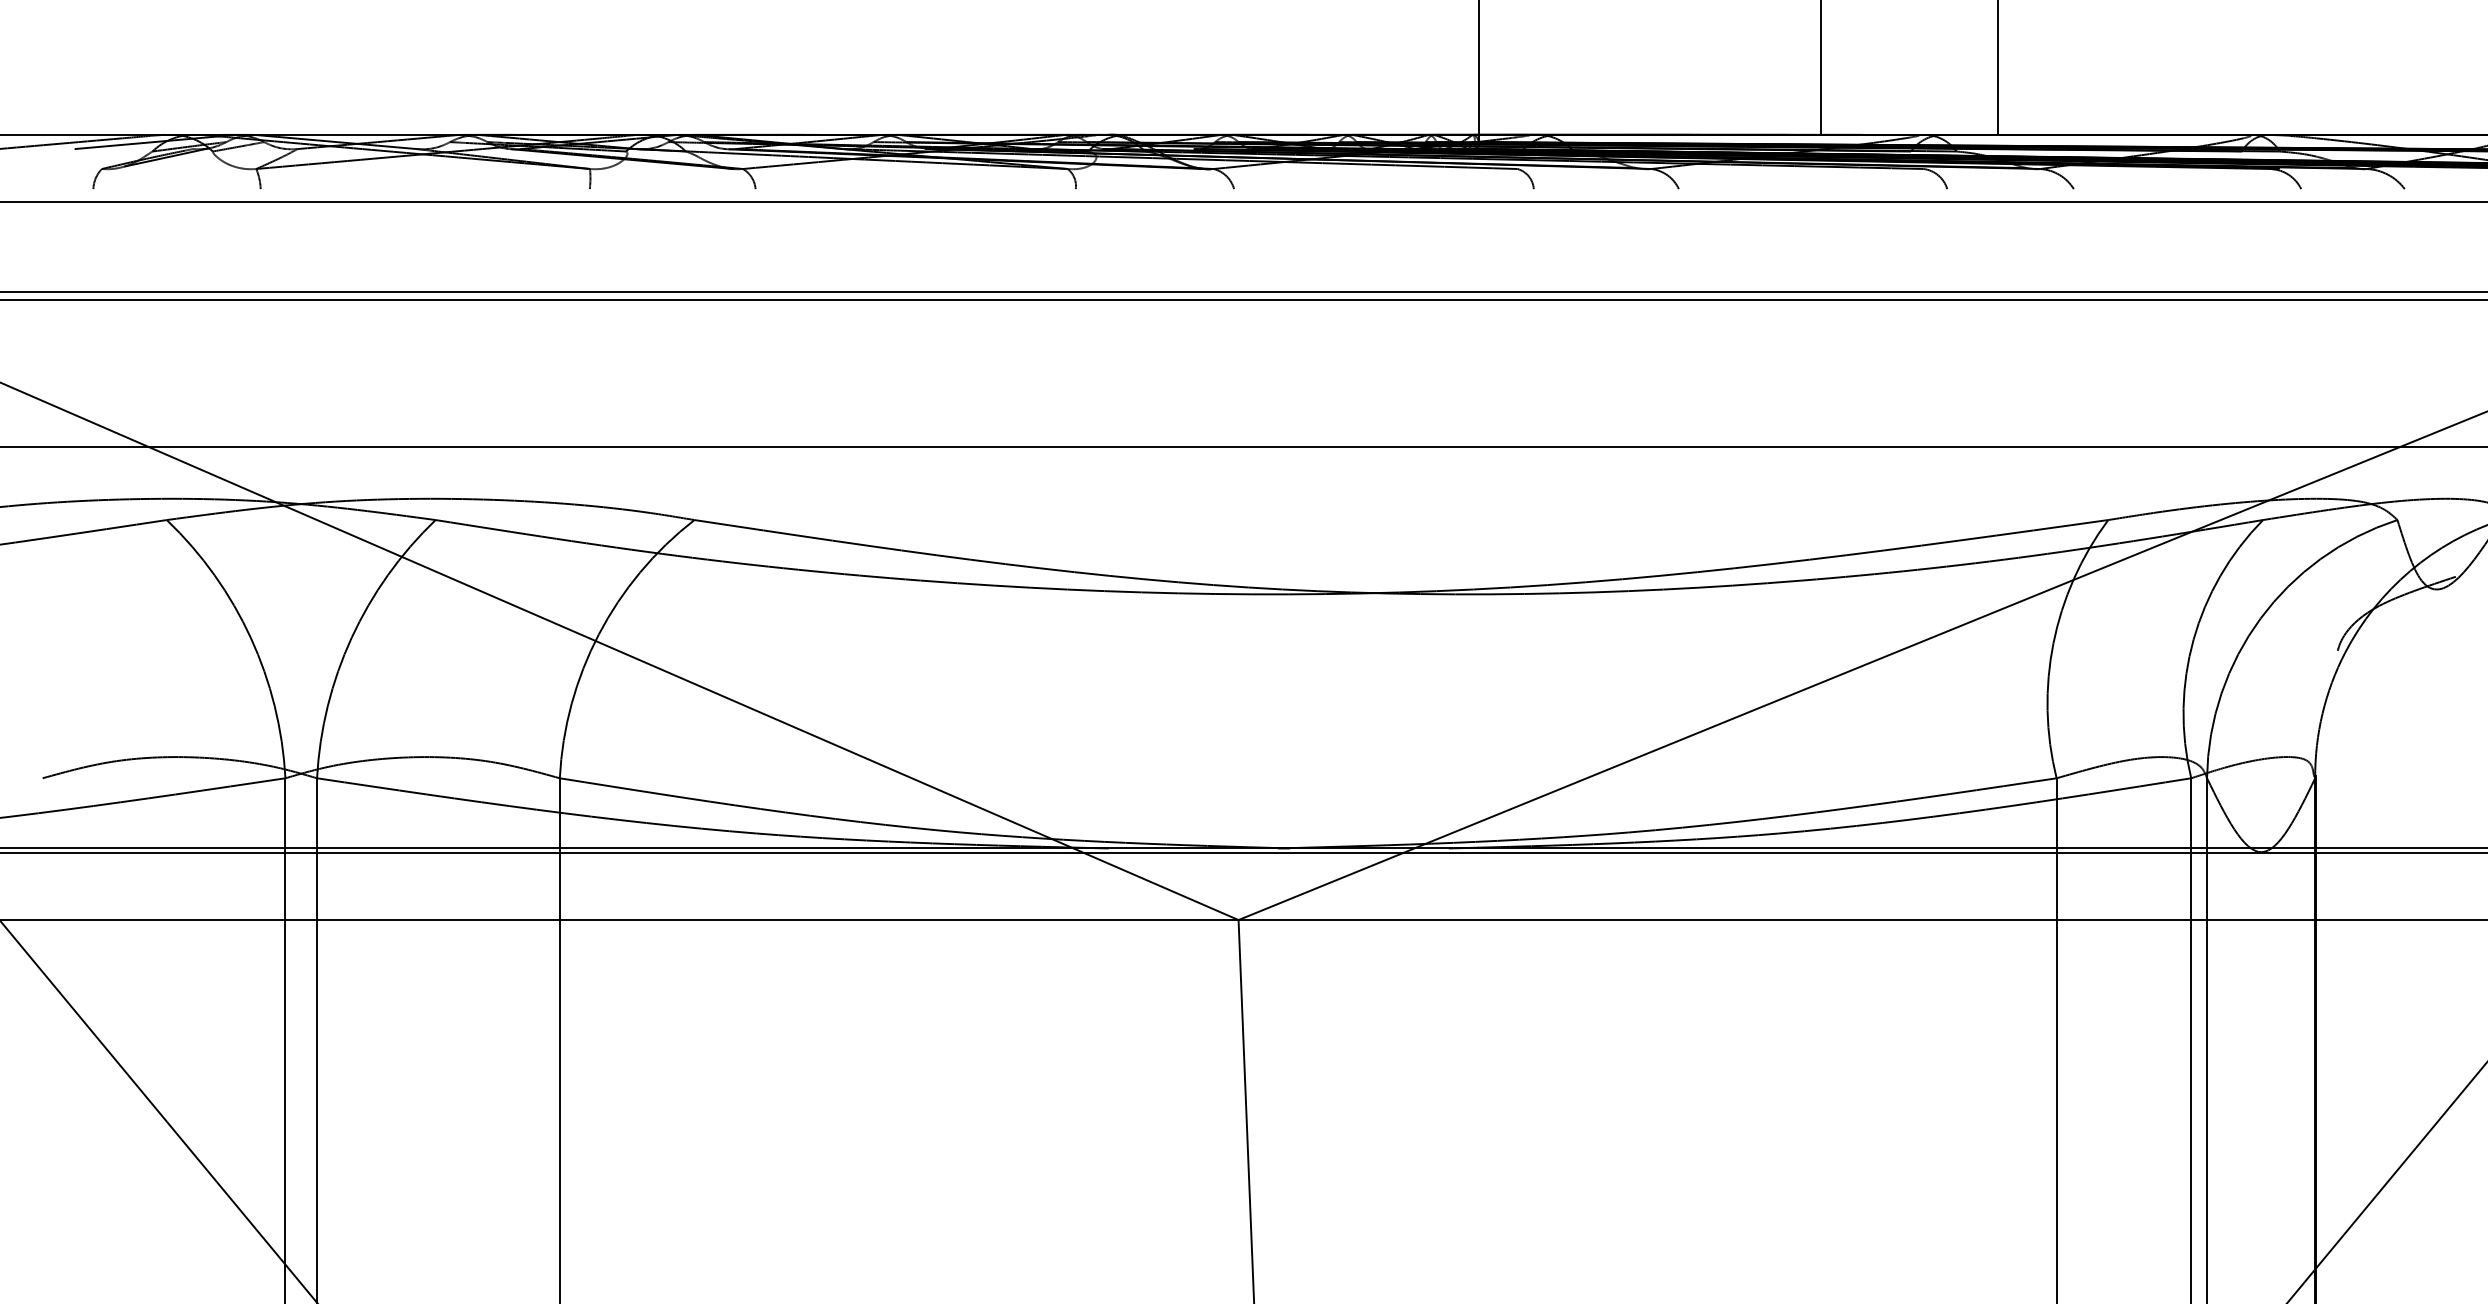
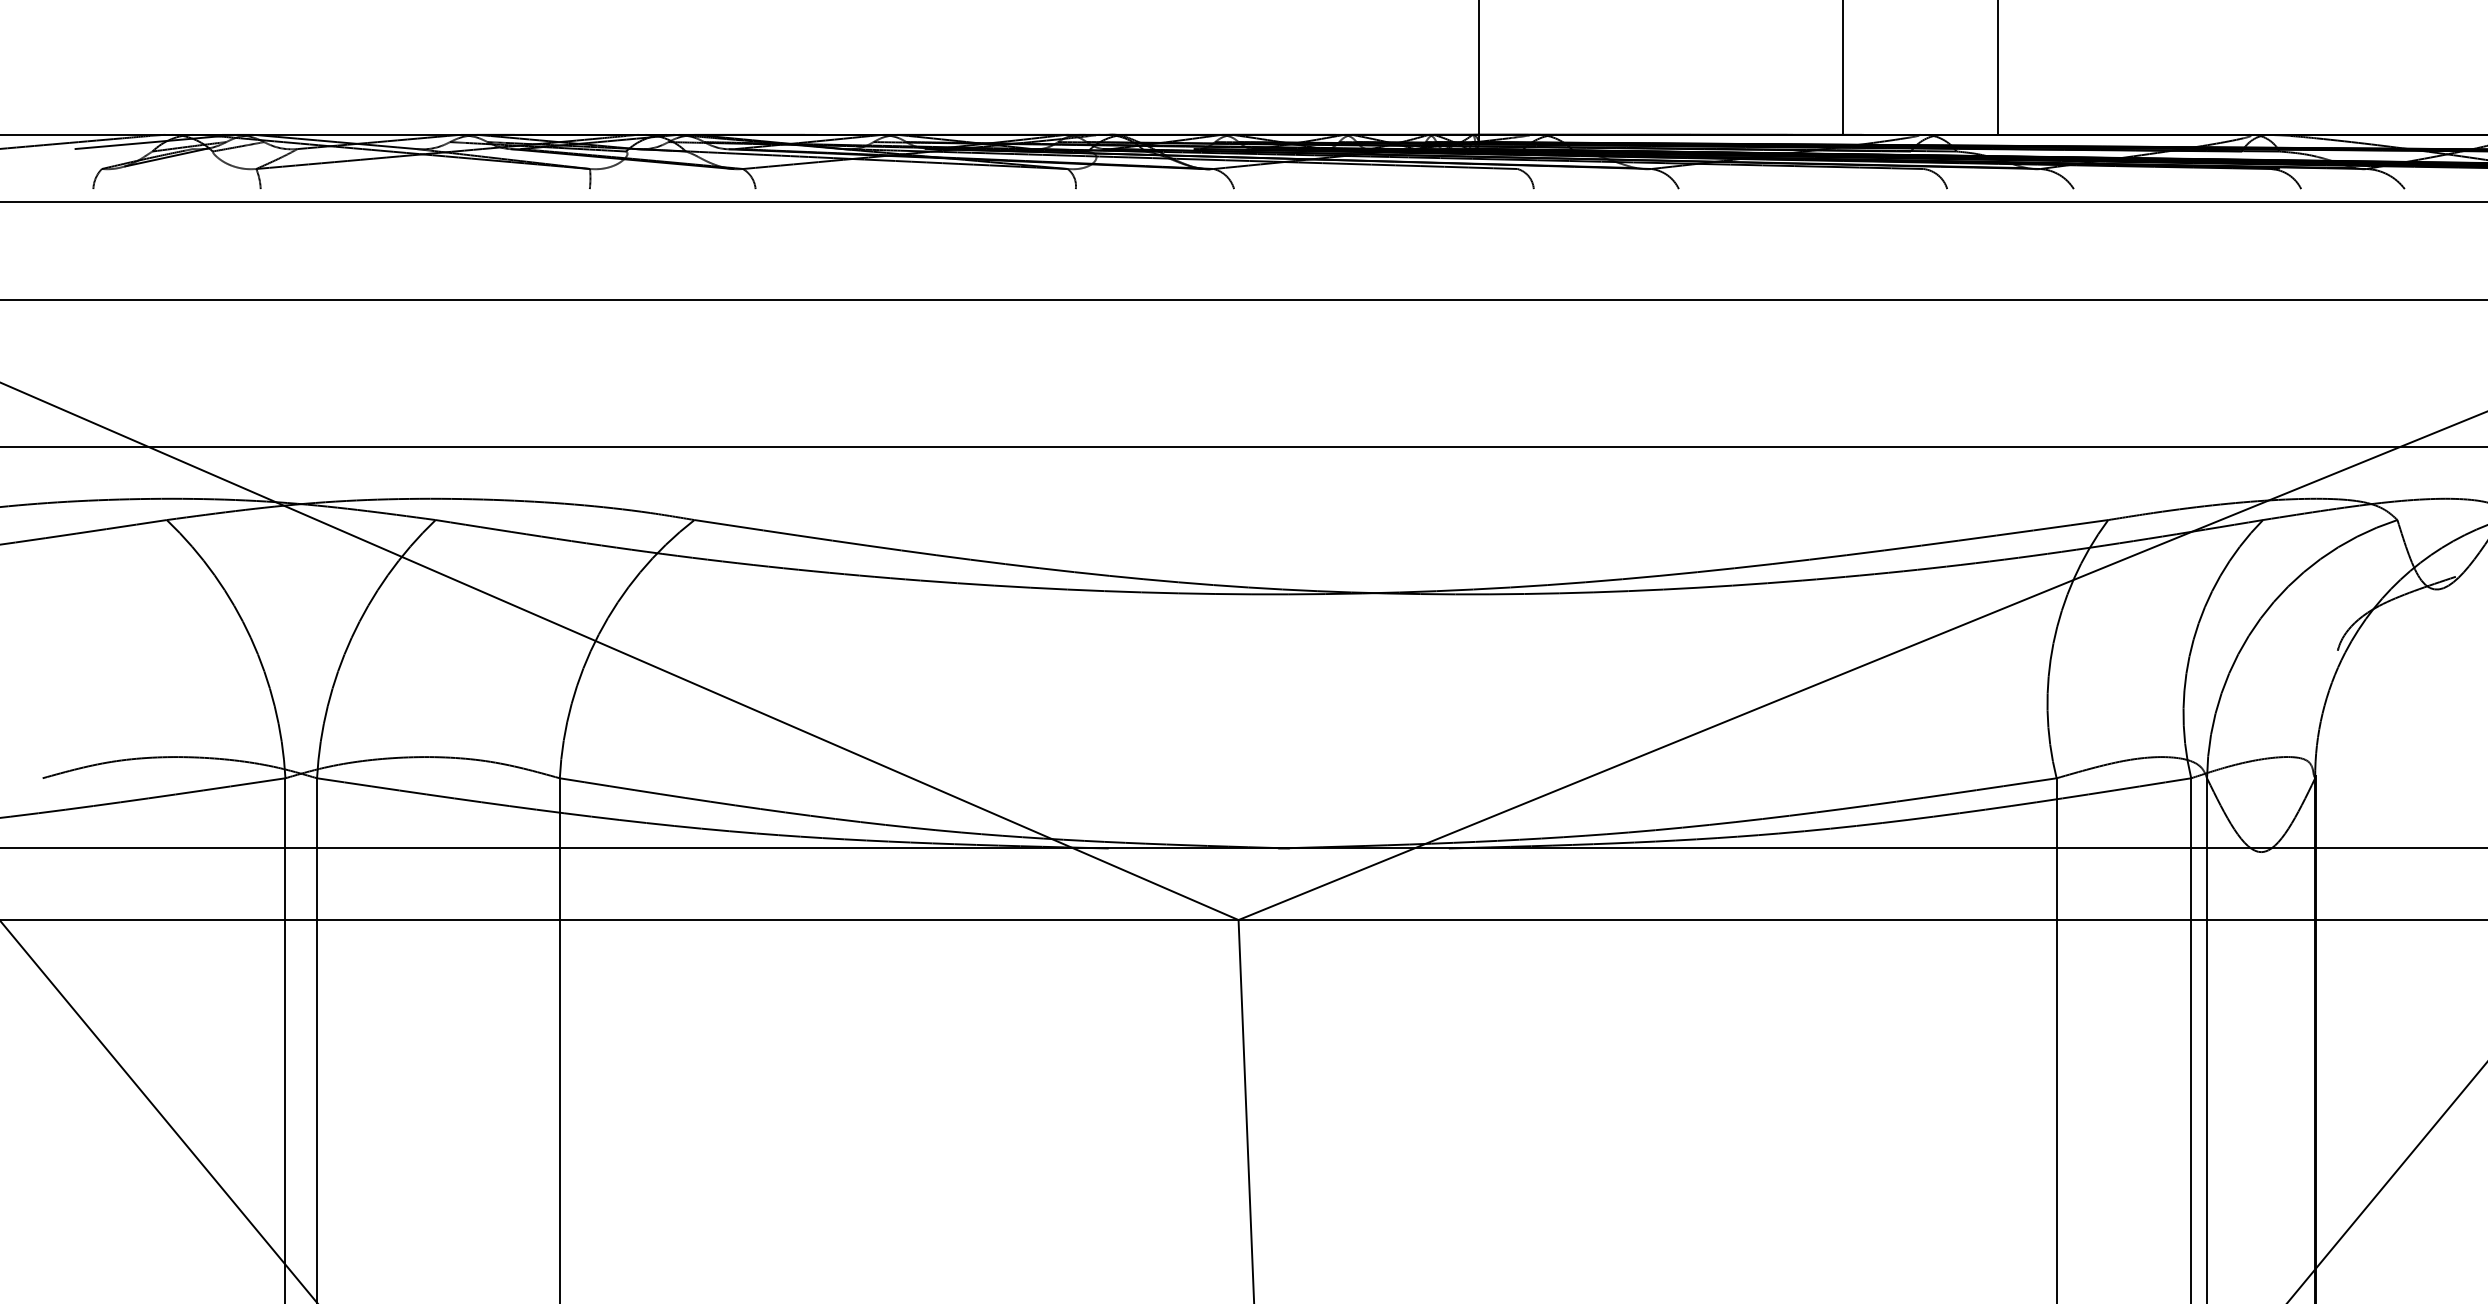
line at (1821, 68) position: (1821, 68) -> (1843, 68)
line at (1243, 291): present -> none
line at (1243, 852): present -> none
